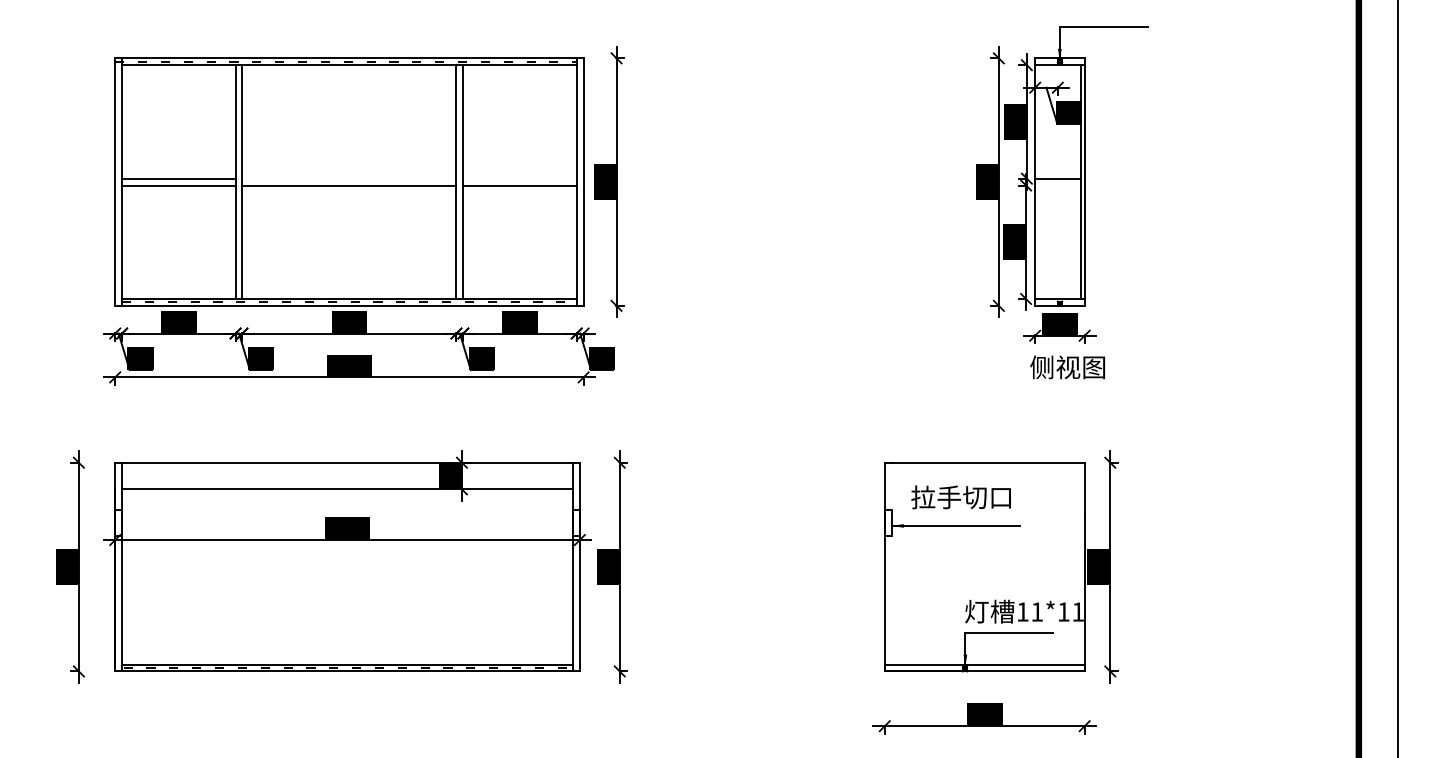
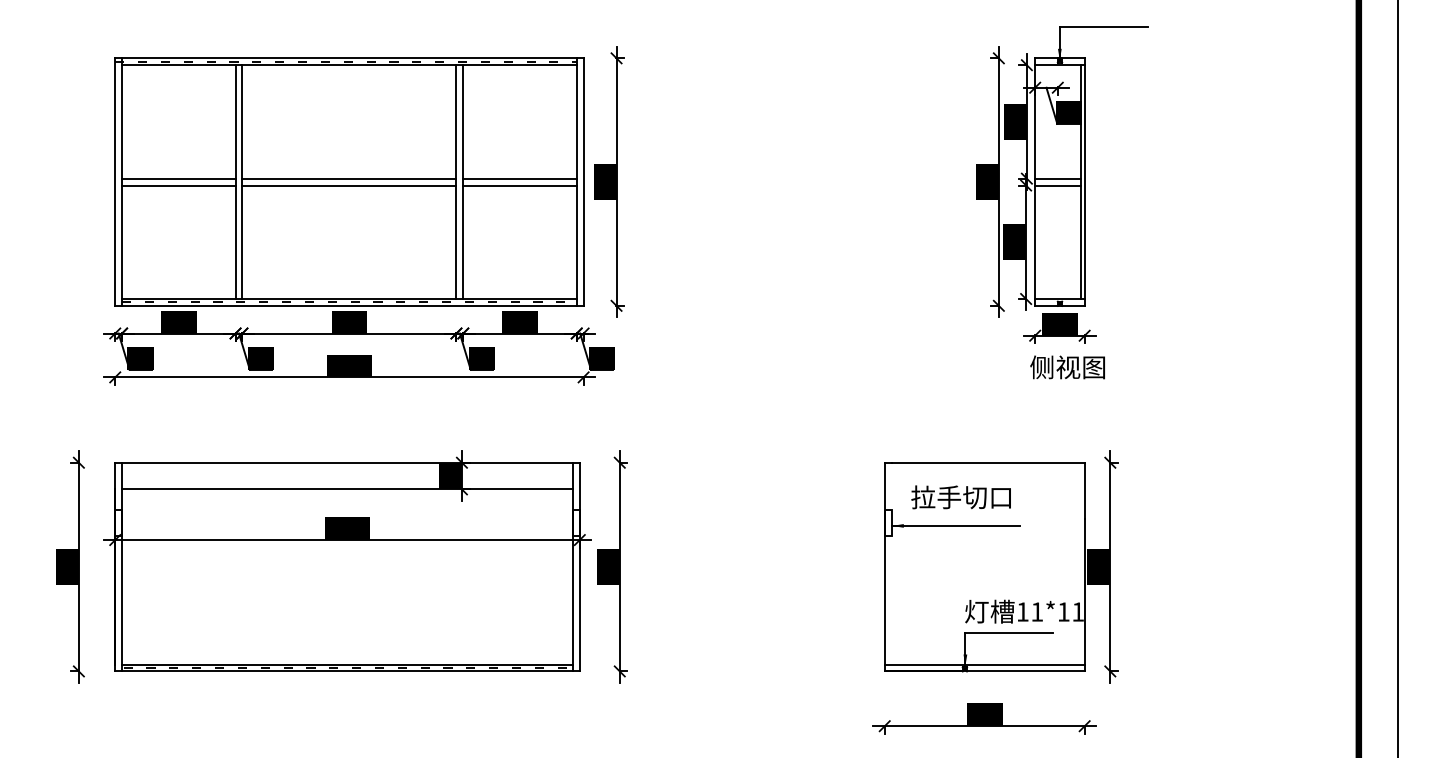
line at (349, 178): none -> present
line at (519, 178): none -> present
line at (1058, 185): none -> present
